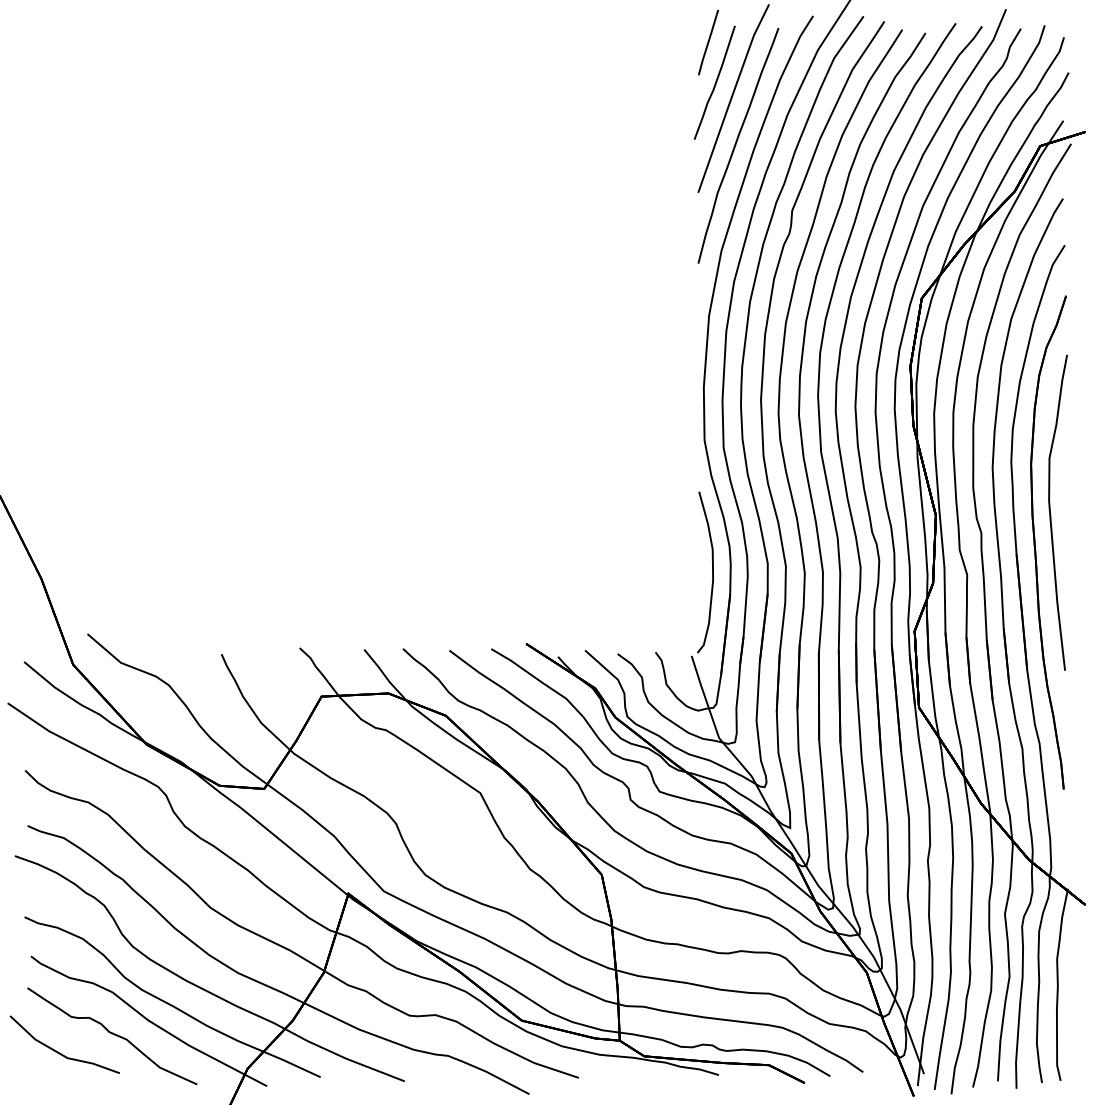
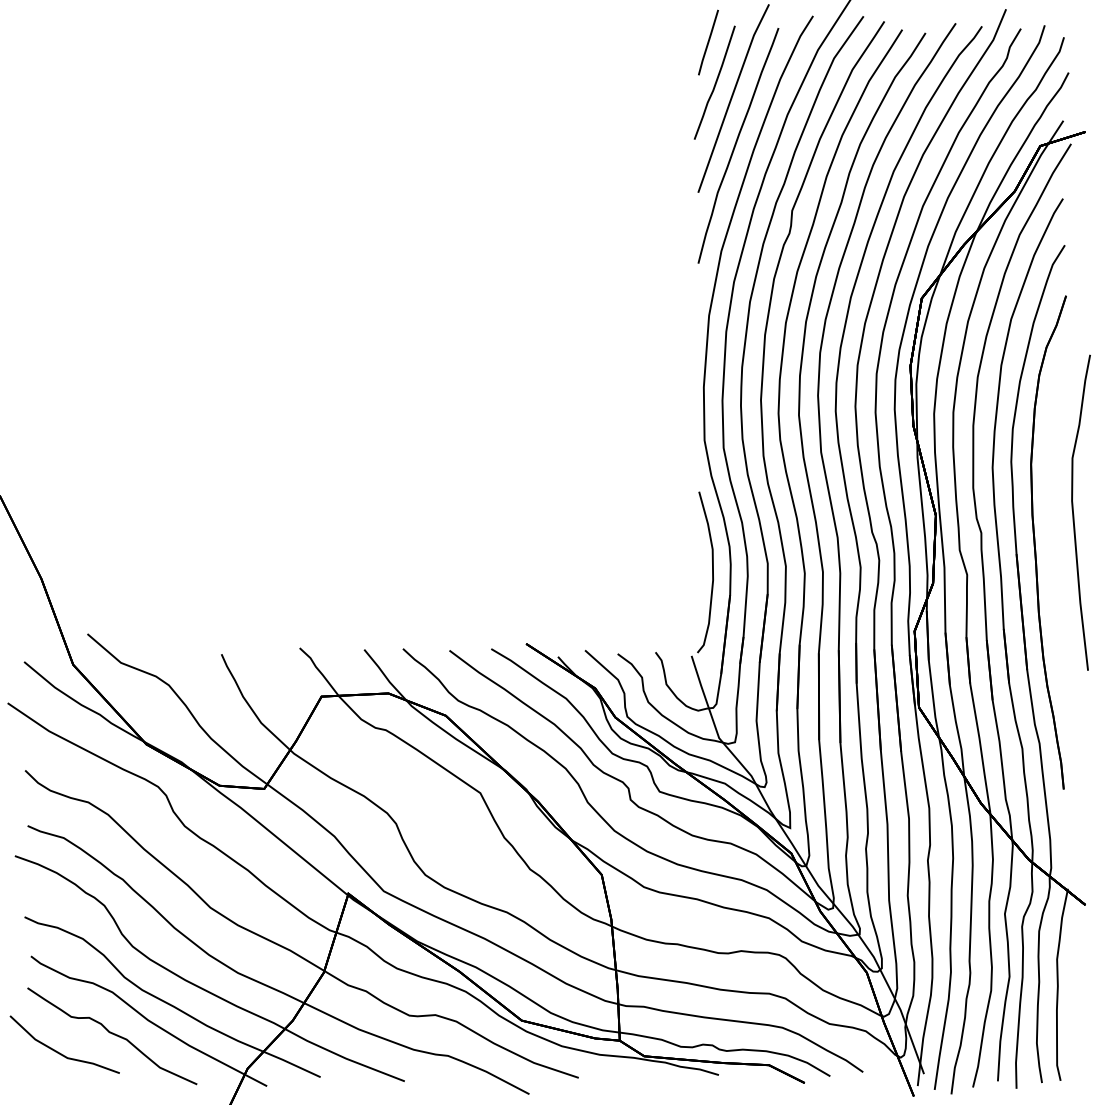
part at (1051, 514) position: (1051, 514) -> (1074, 514)
